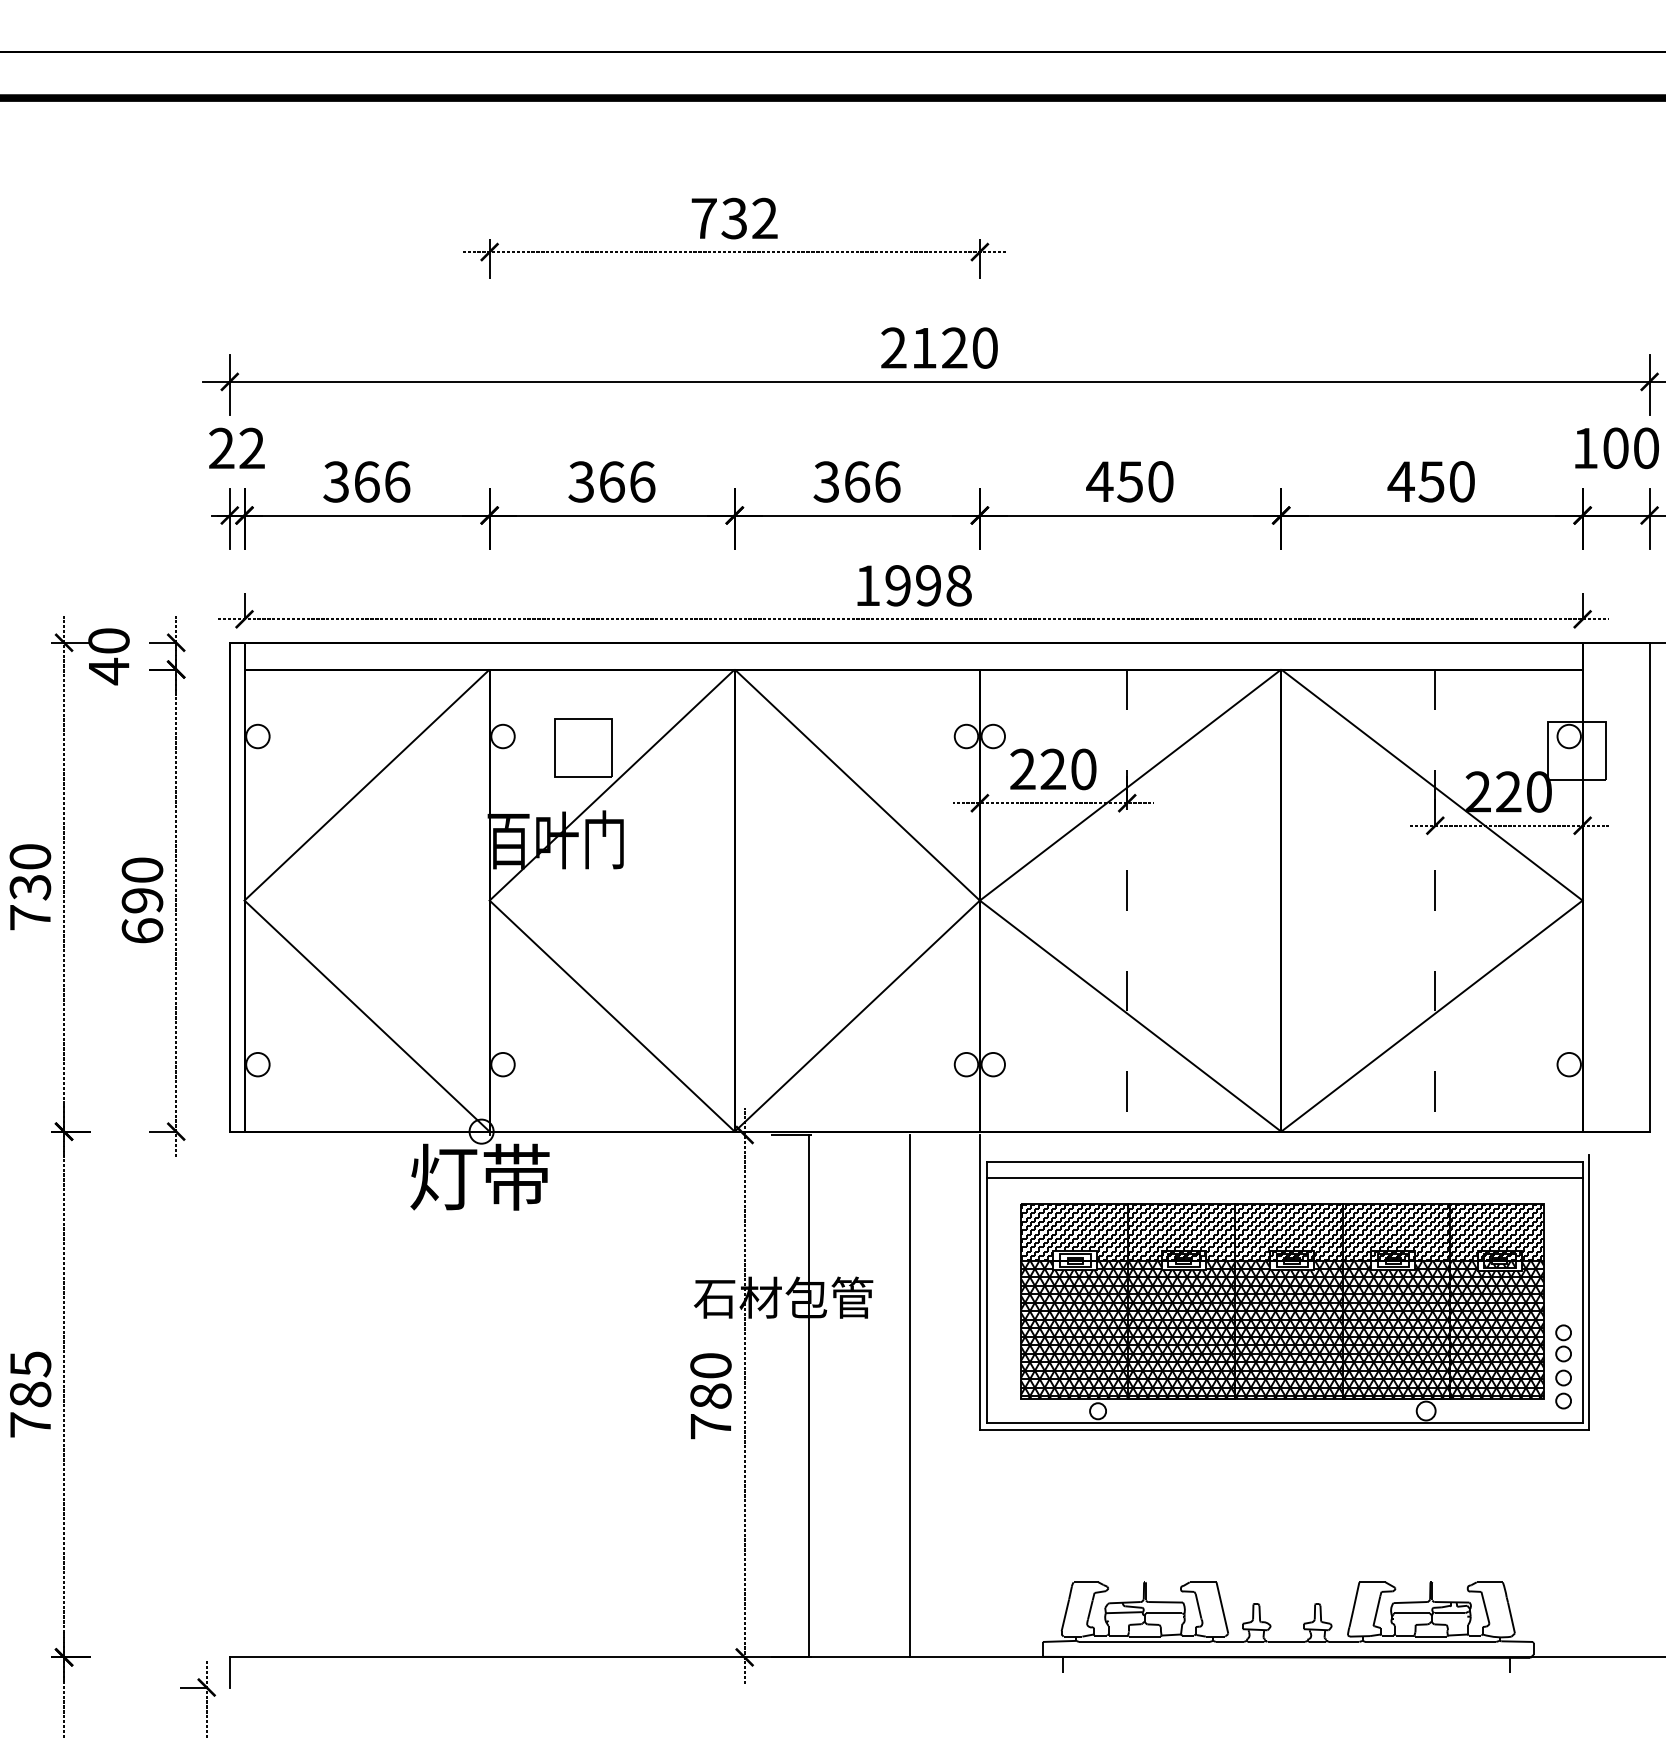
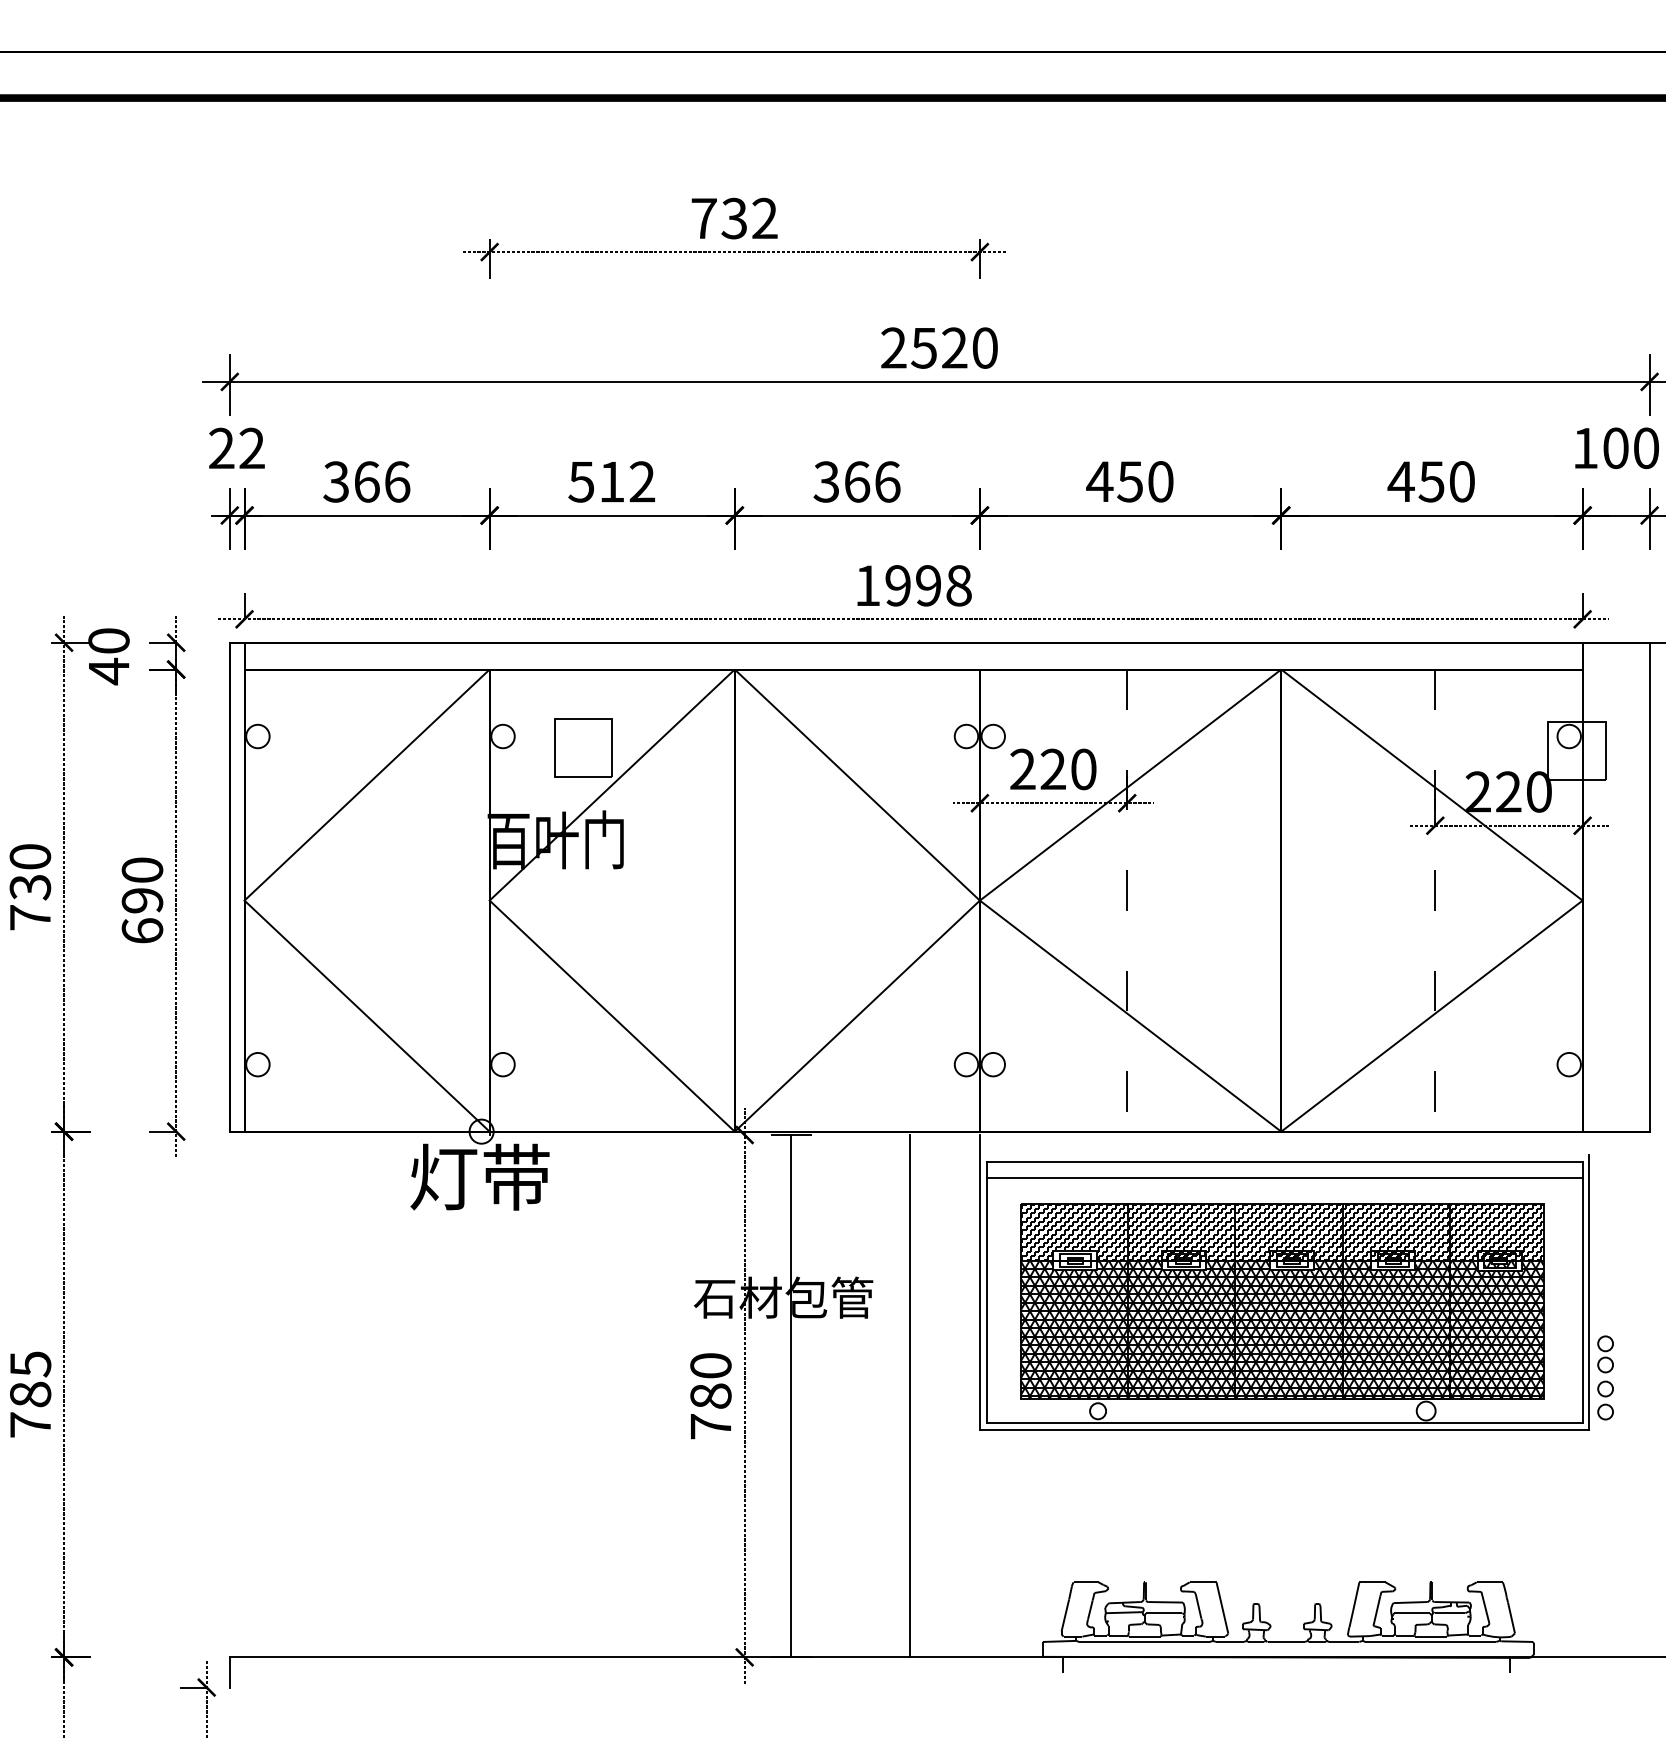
text at (923, 348): 2120 -> 2520
text at (611, 481): 366 -> 512
part at (1563, 1366) position: (1563, 1366) -> (1605, 1377)
line at (809, 1396) position: (809, 1396) -> (791, 1396)
